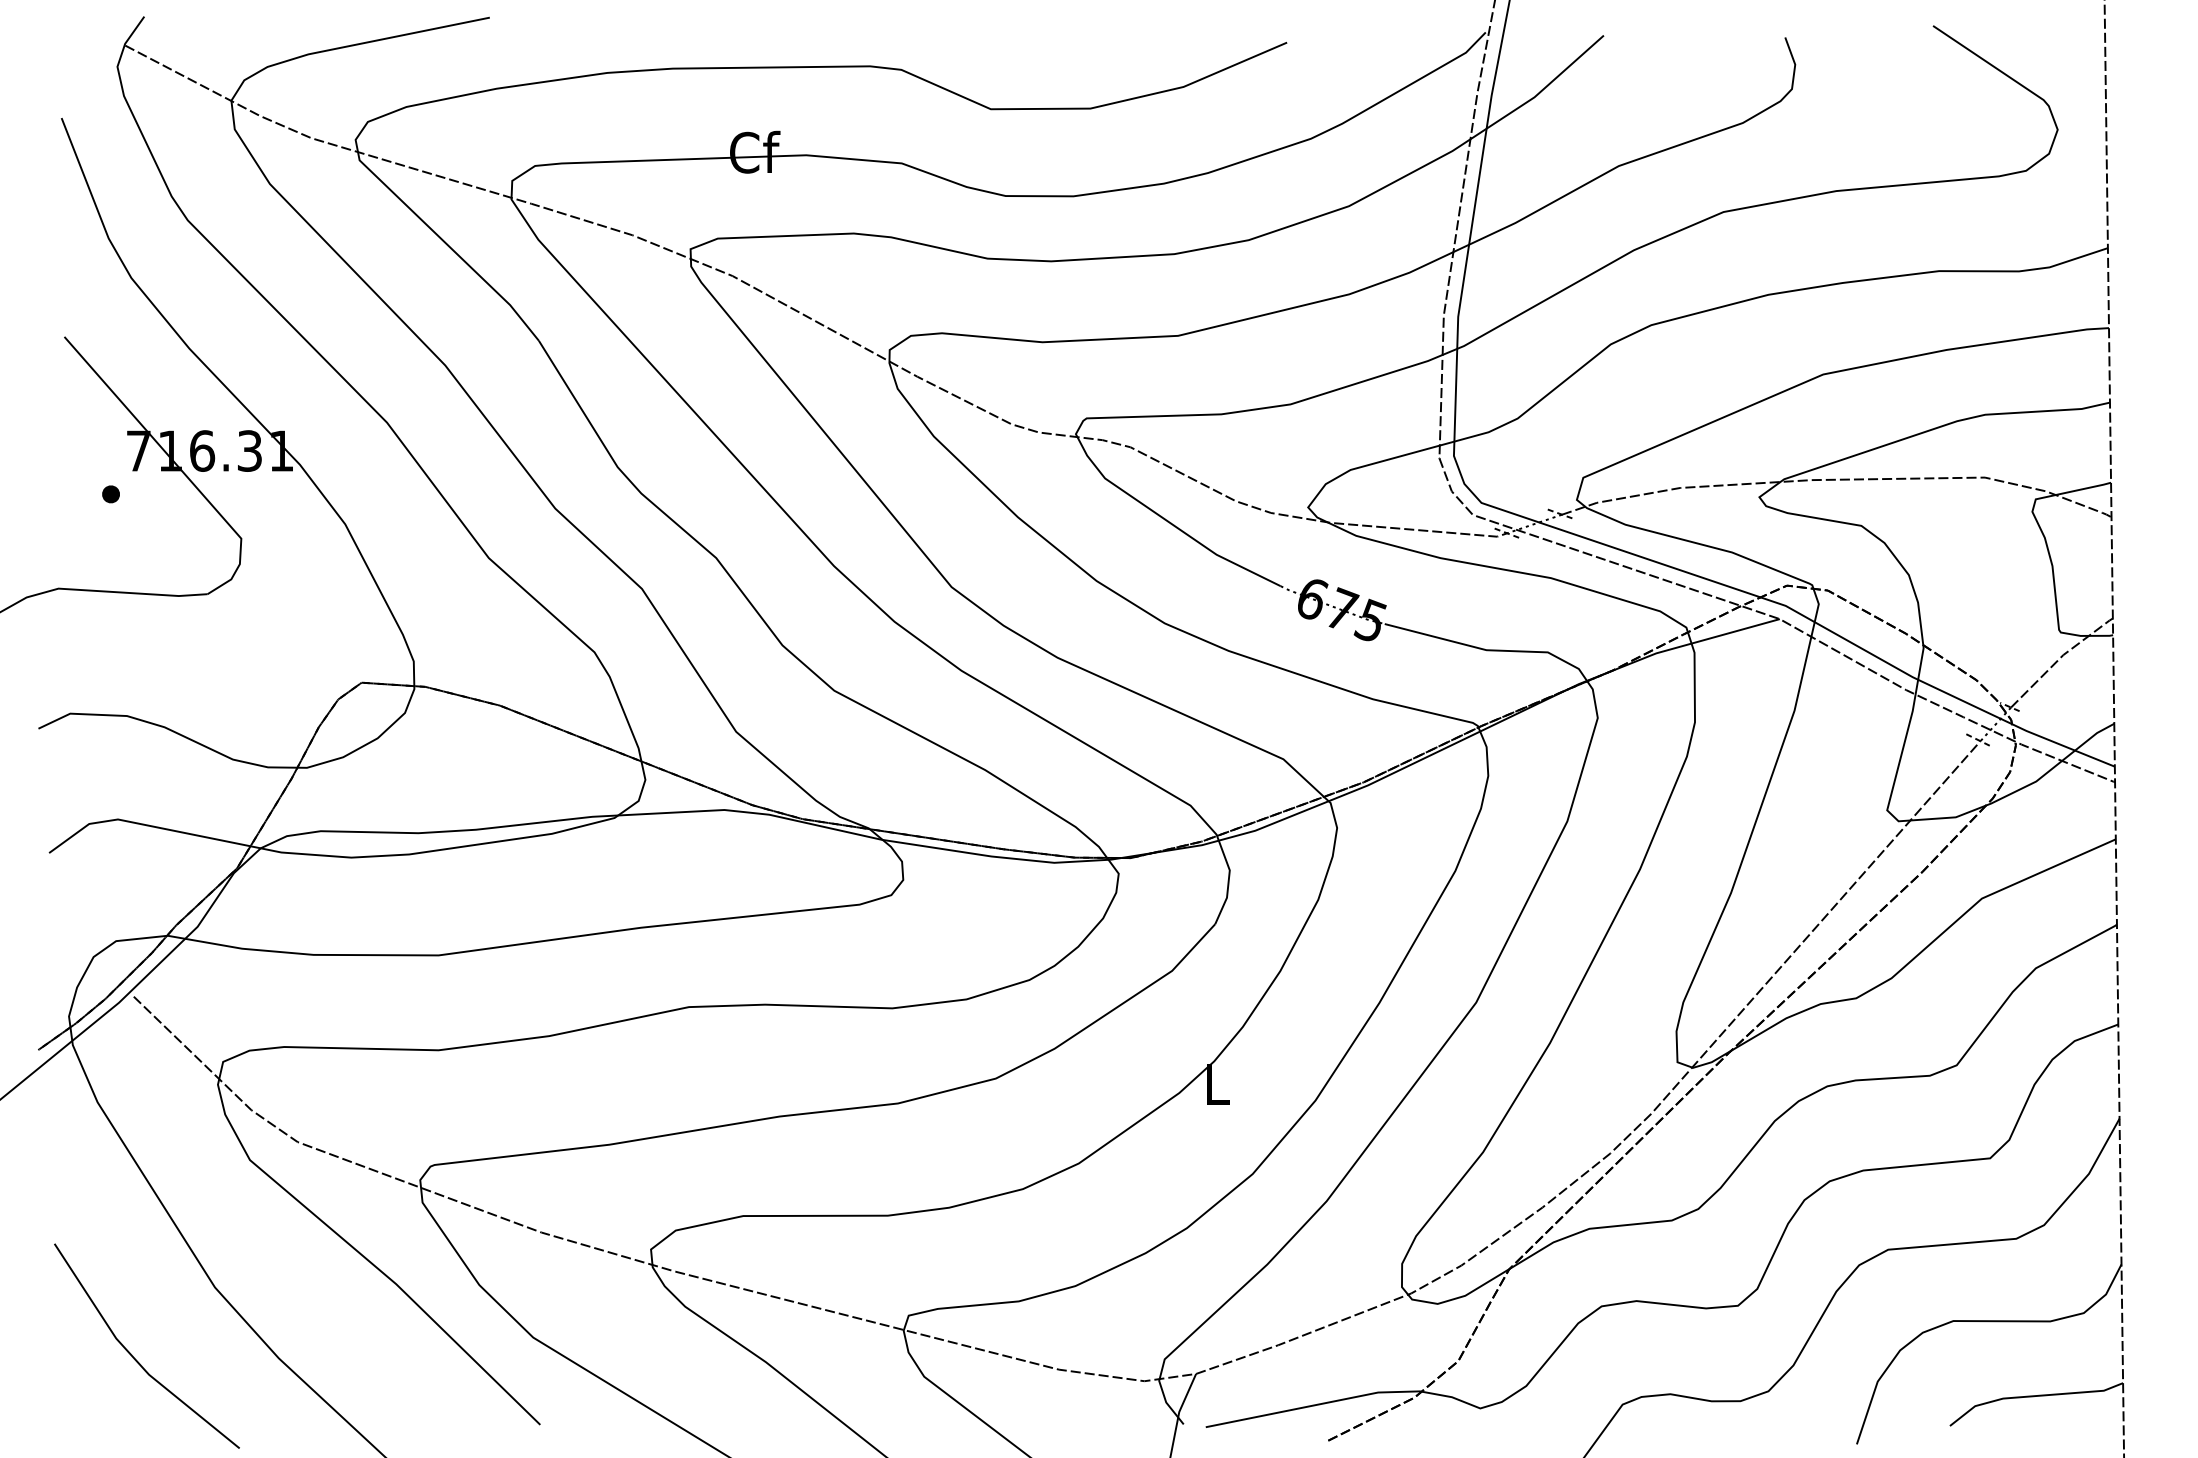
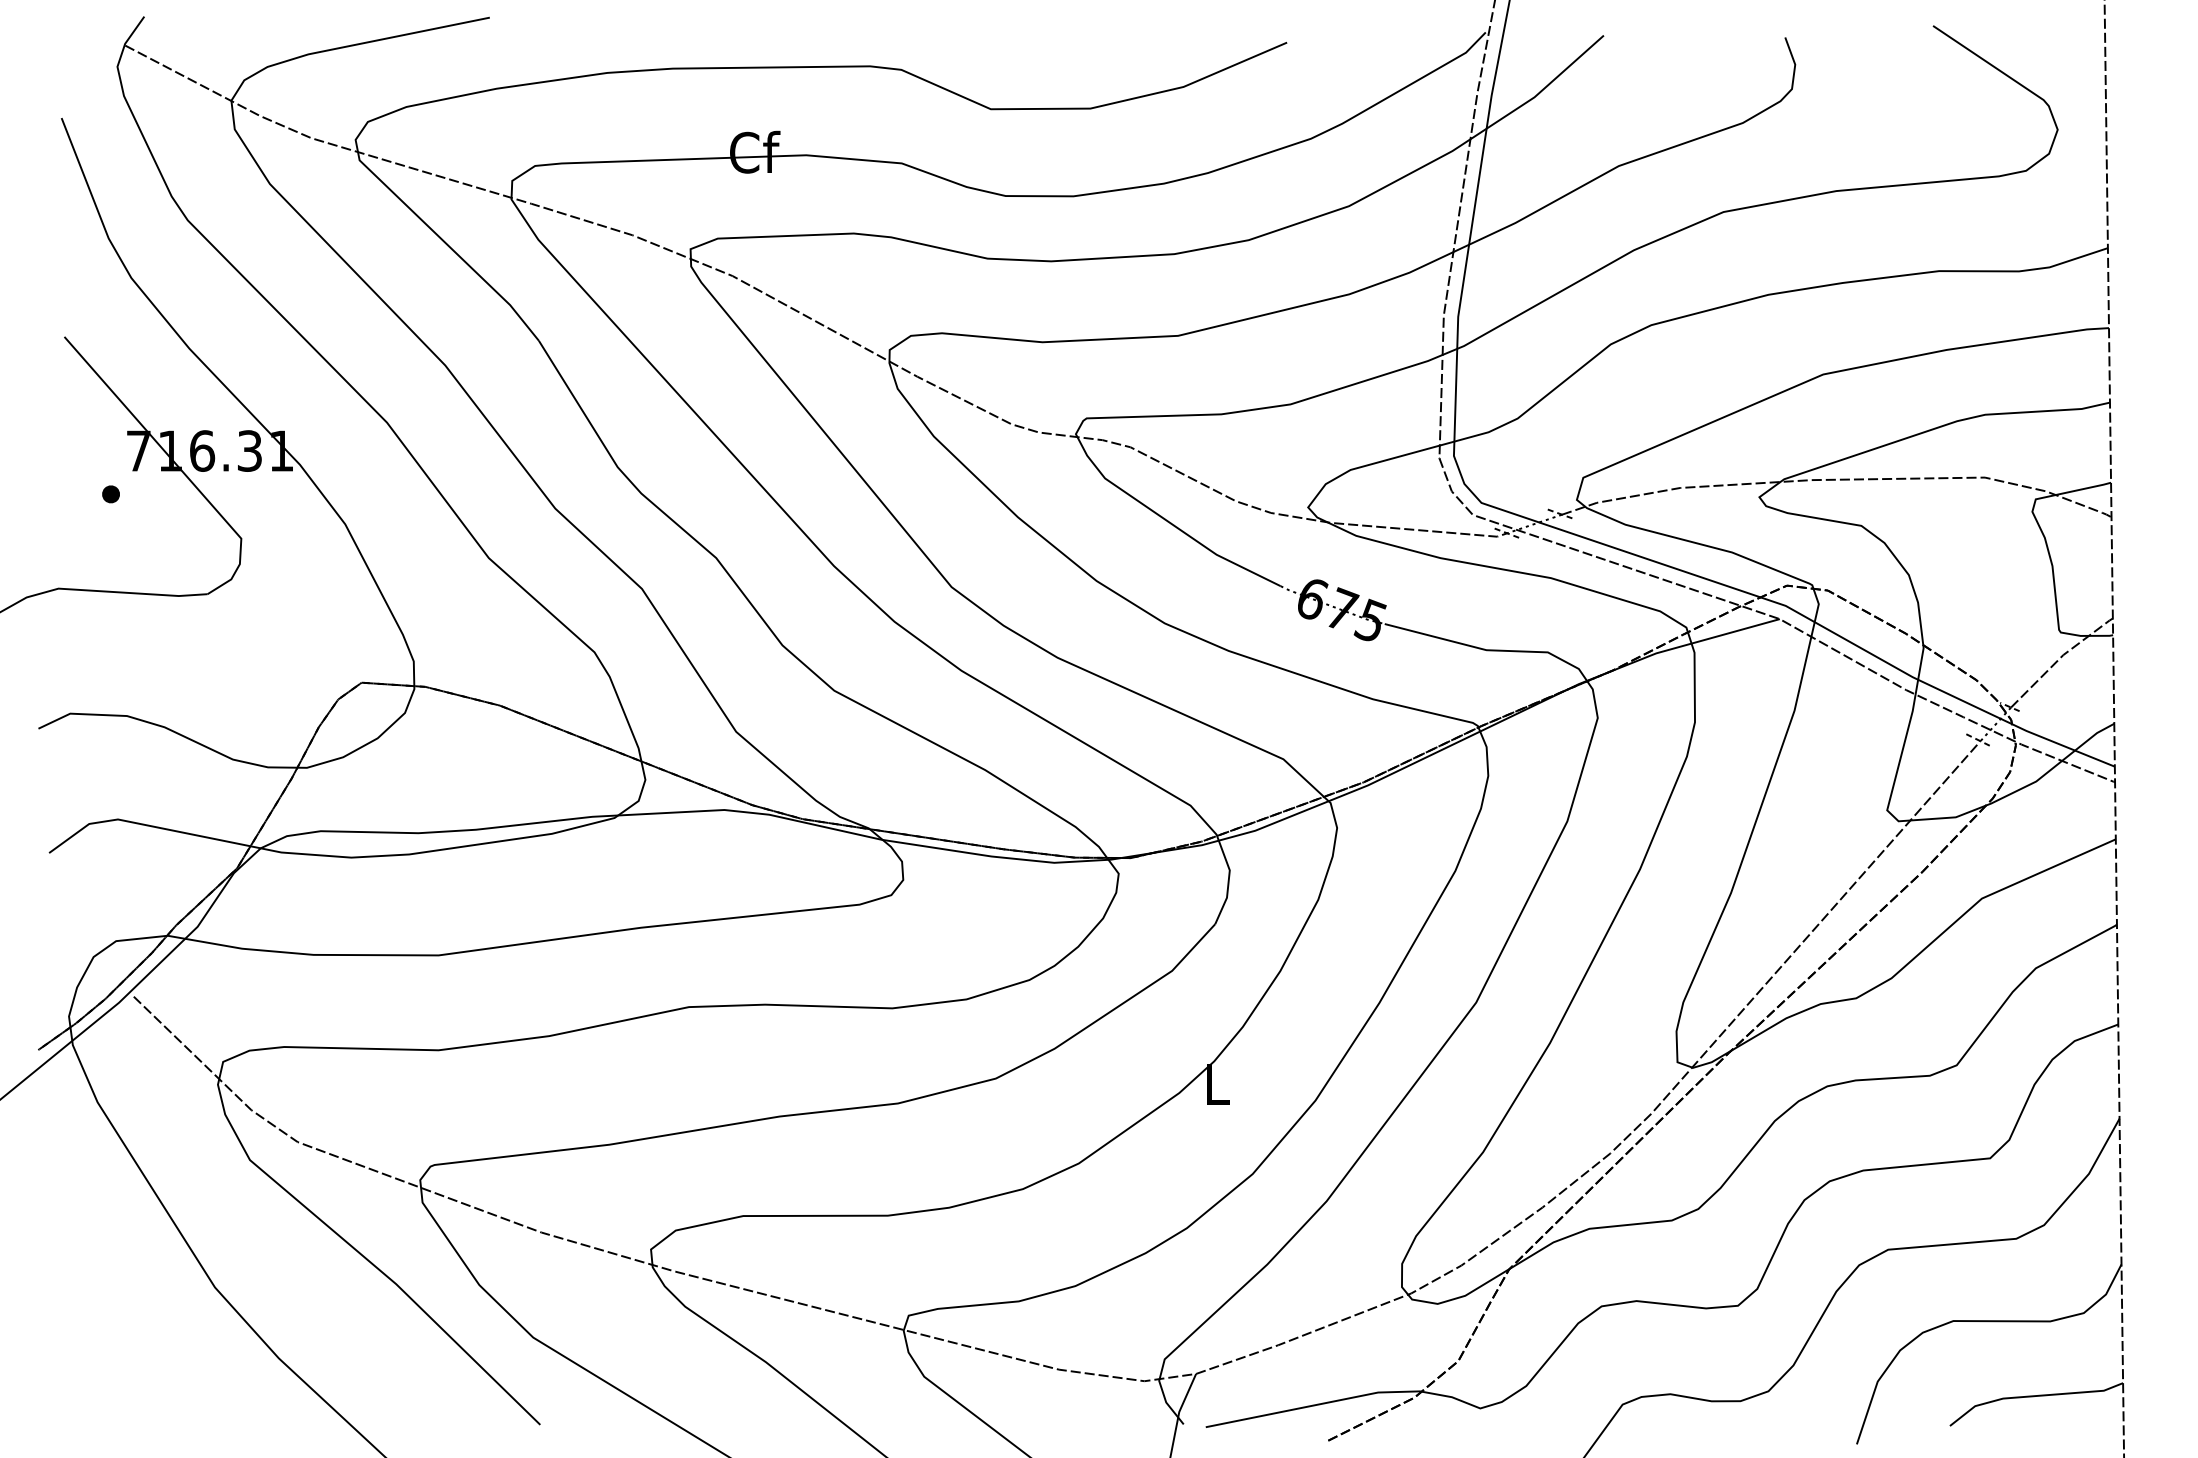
line at (132, 1354): present -> none
